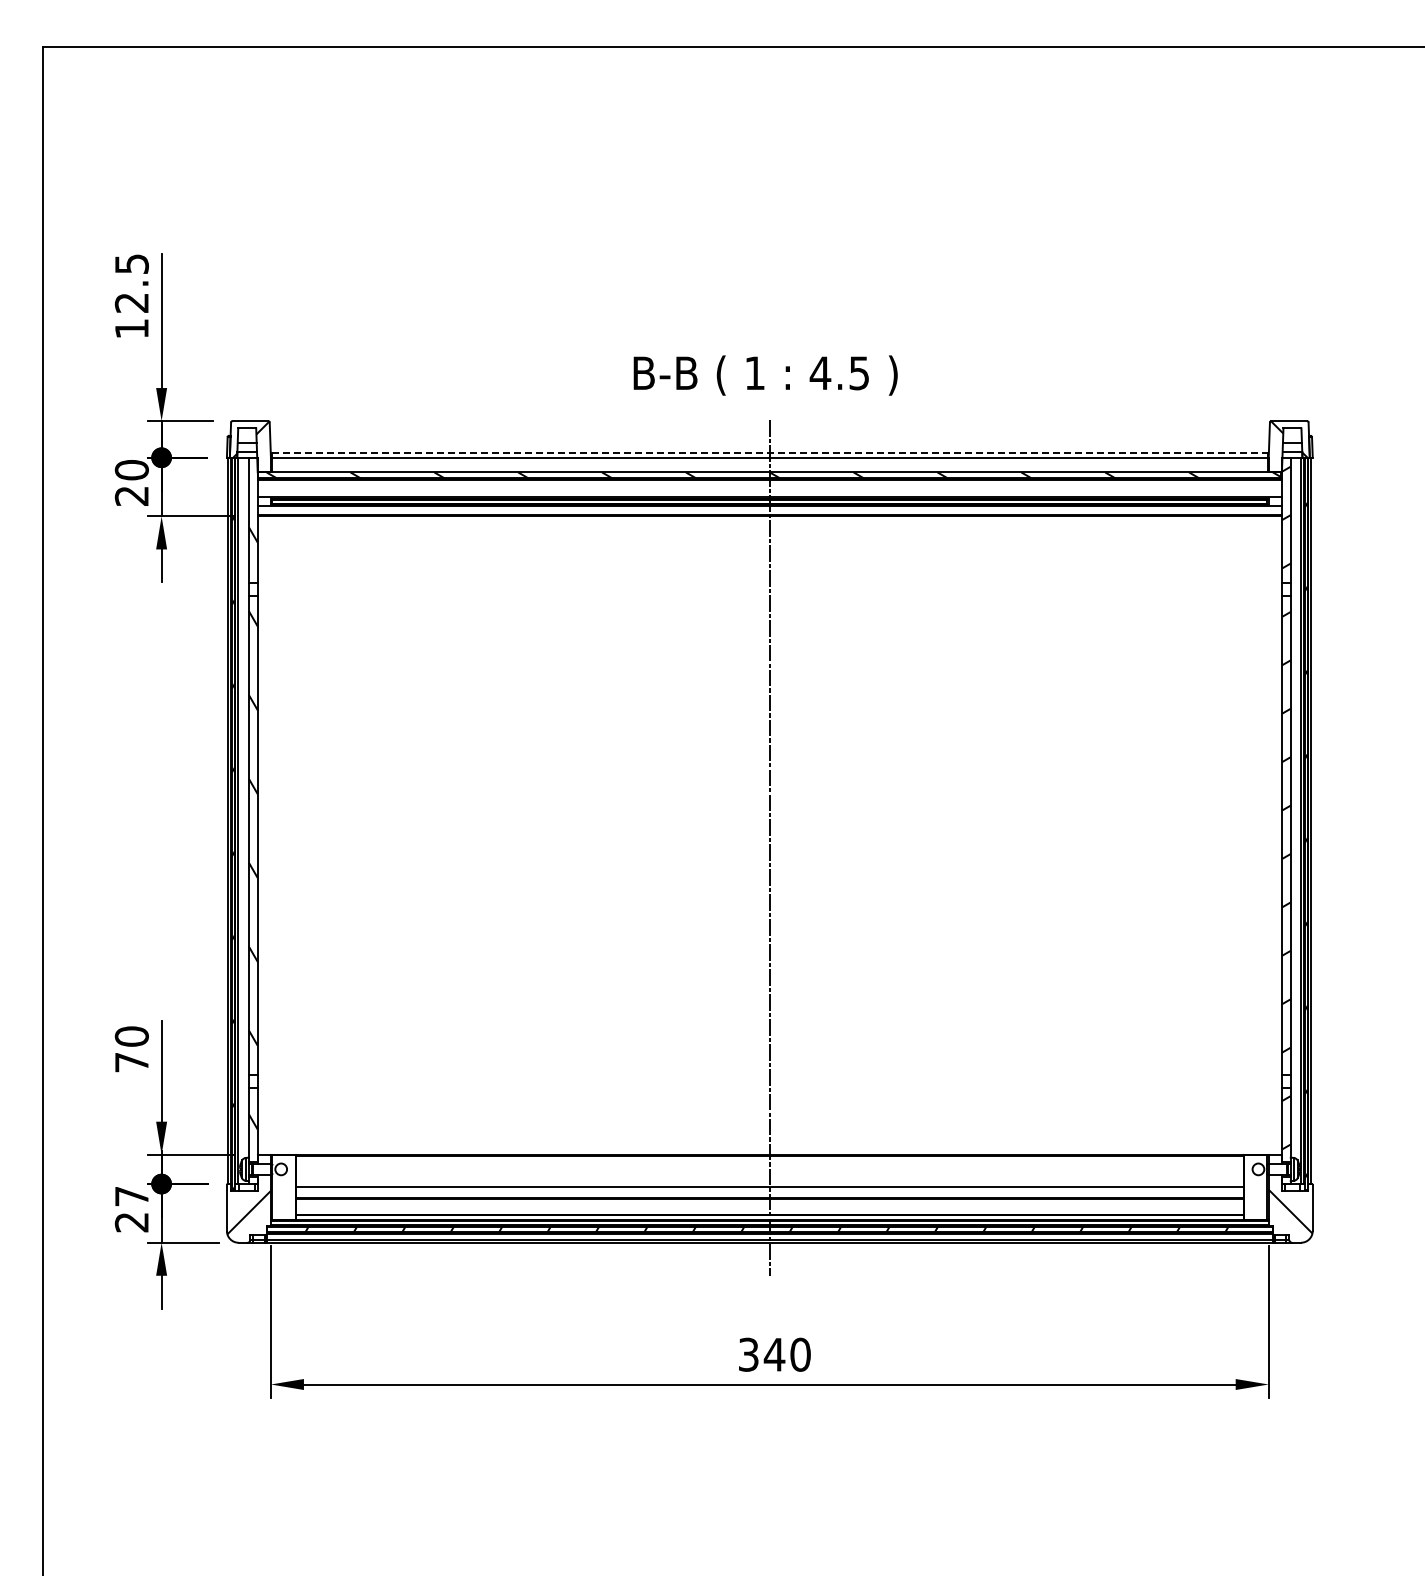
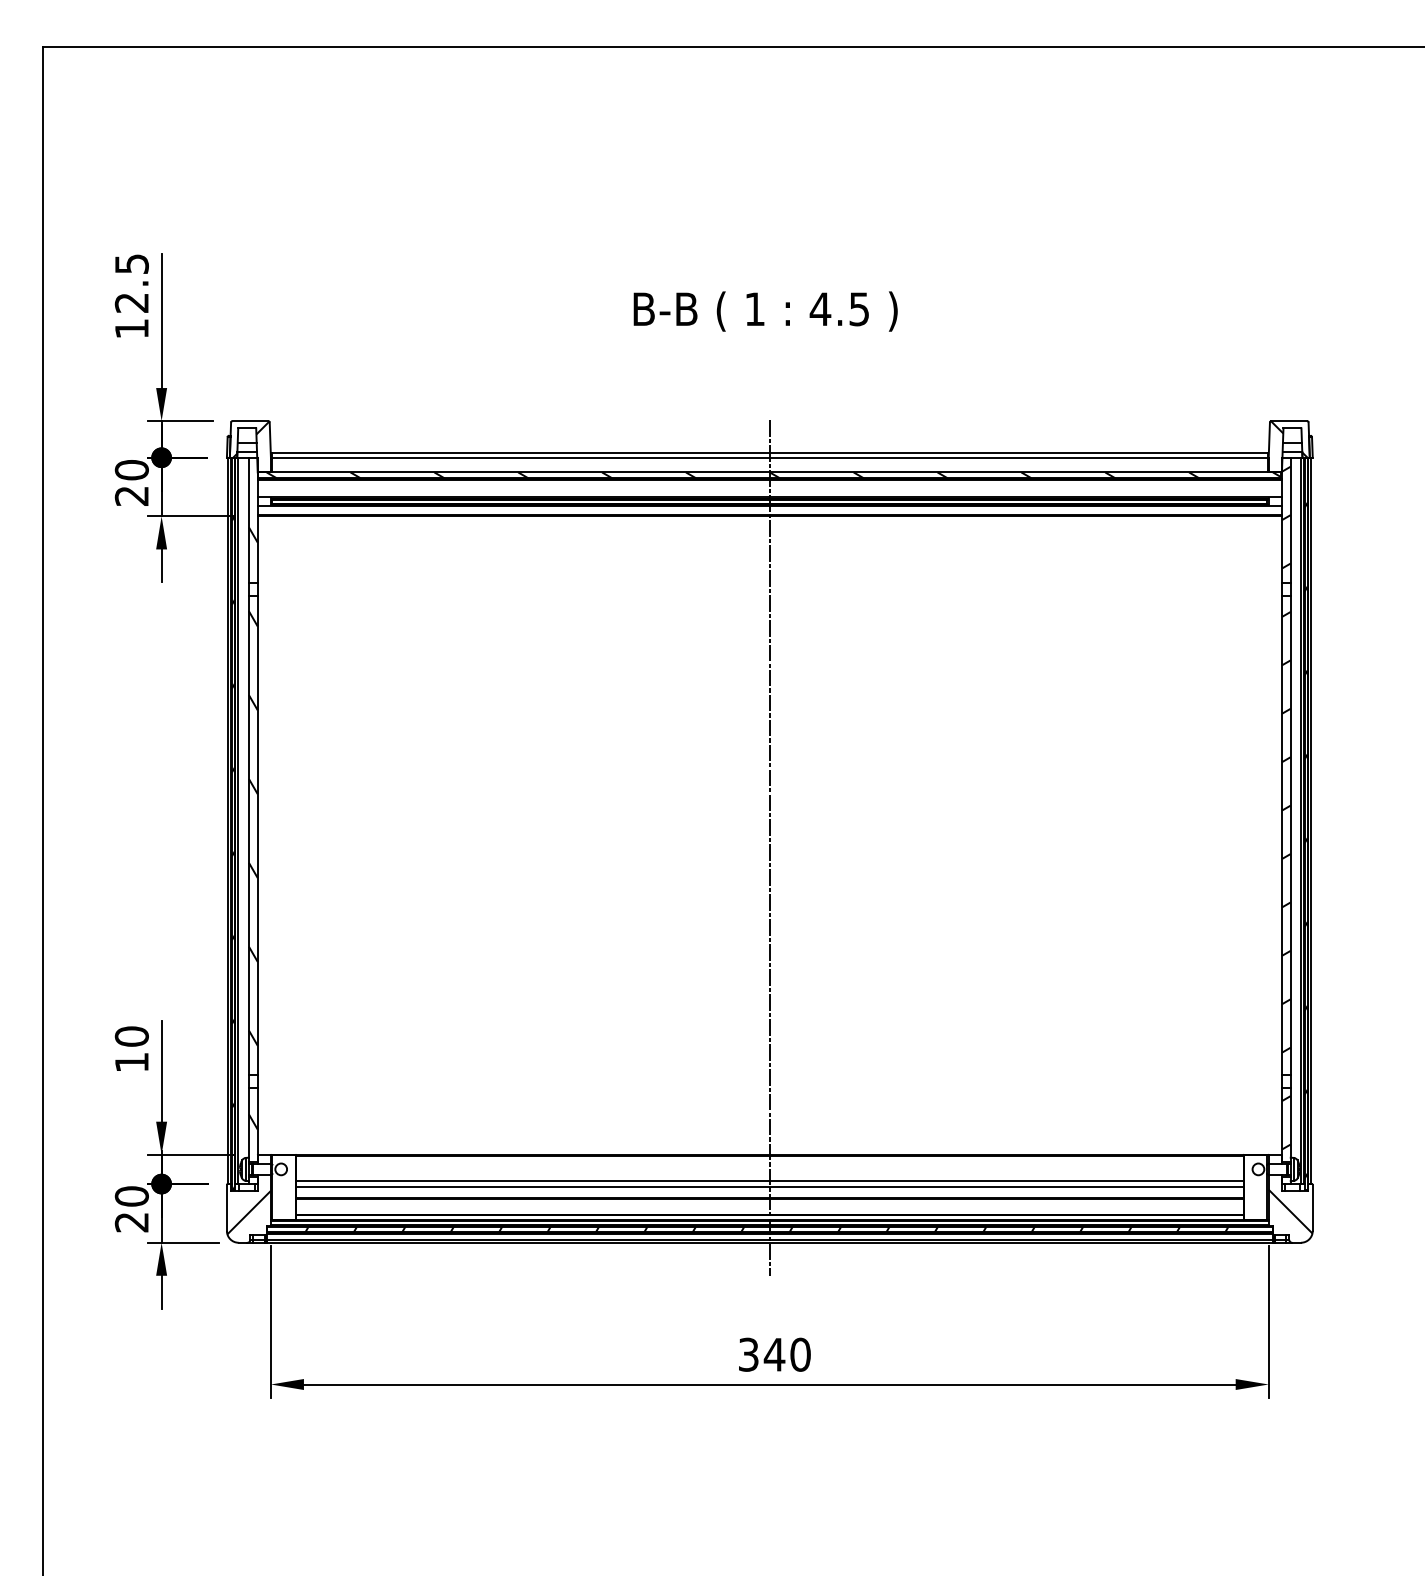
text at (765, 375) position: (765, 375) -> (765, 311)
line at (770, 453): dashed -> solid
text at (131, 1062): 70 -> 10
line at (769, 1181): none -> present
text at (131, 1196): 27 -> 20
